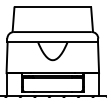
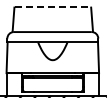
line at (53, 6): solid -> dashed
